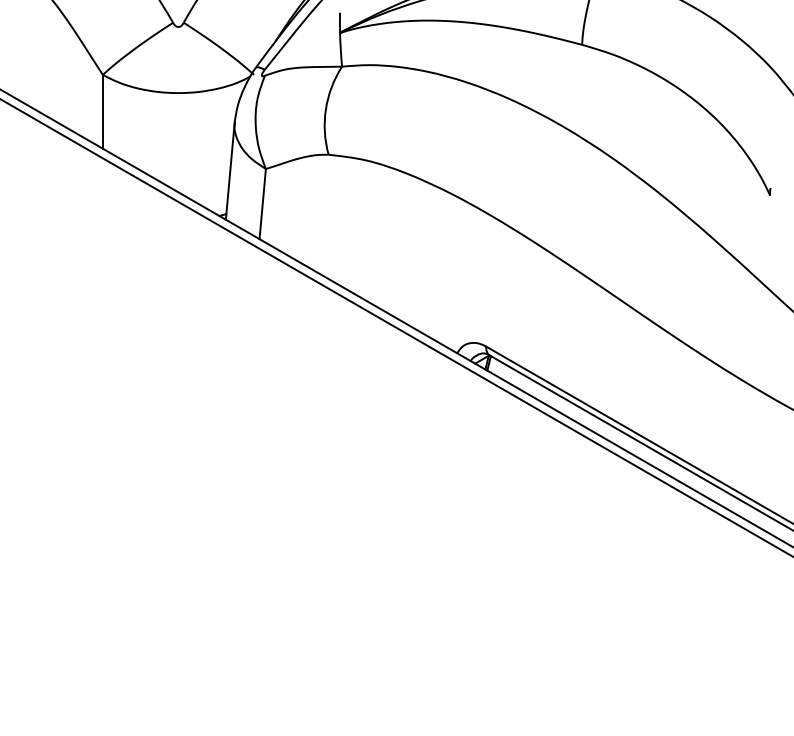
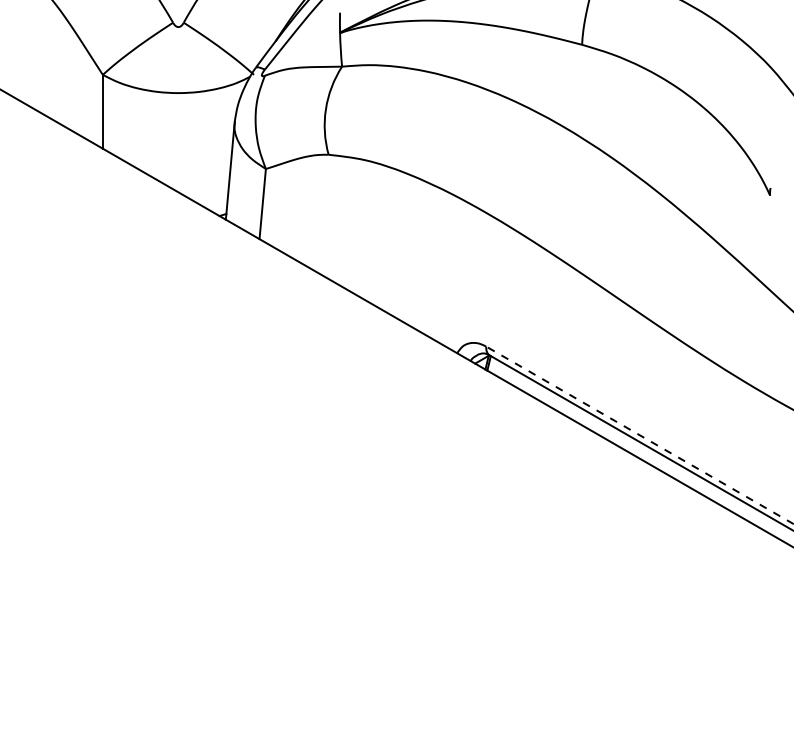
line at (396, 327): present -> none
line at (639, 435): solid -> dashed
